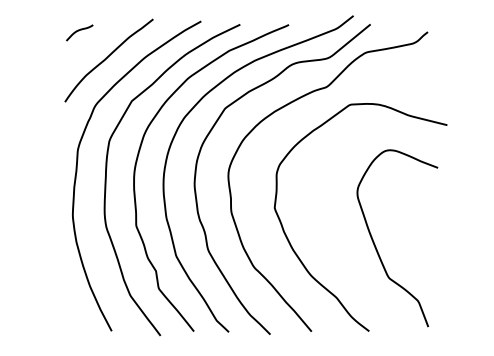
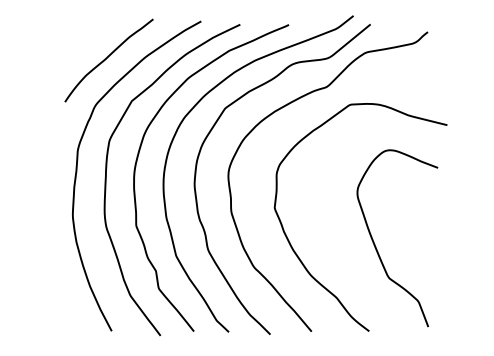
curve at (79, 31): present -> none
